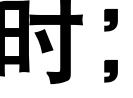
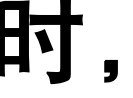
part at (110, 20): present -> none
